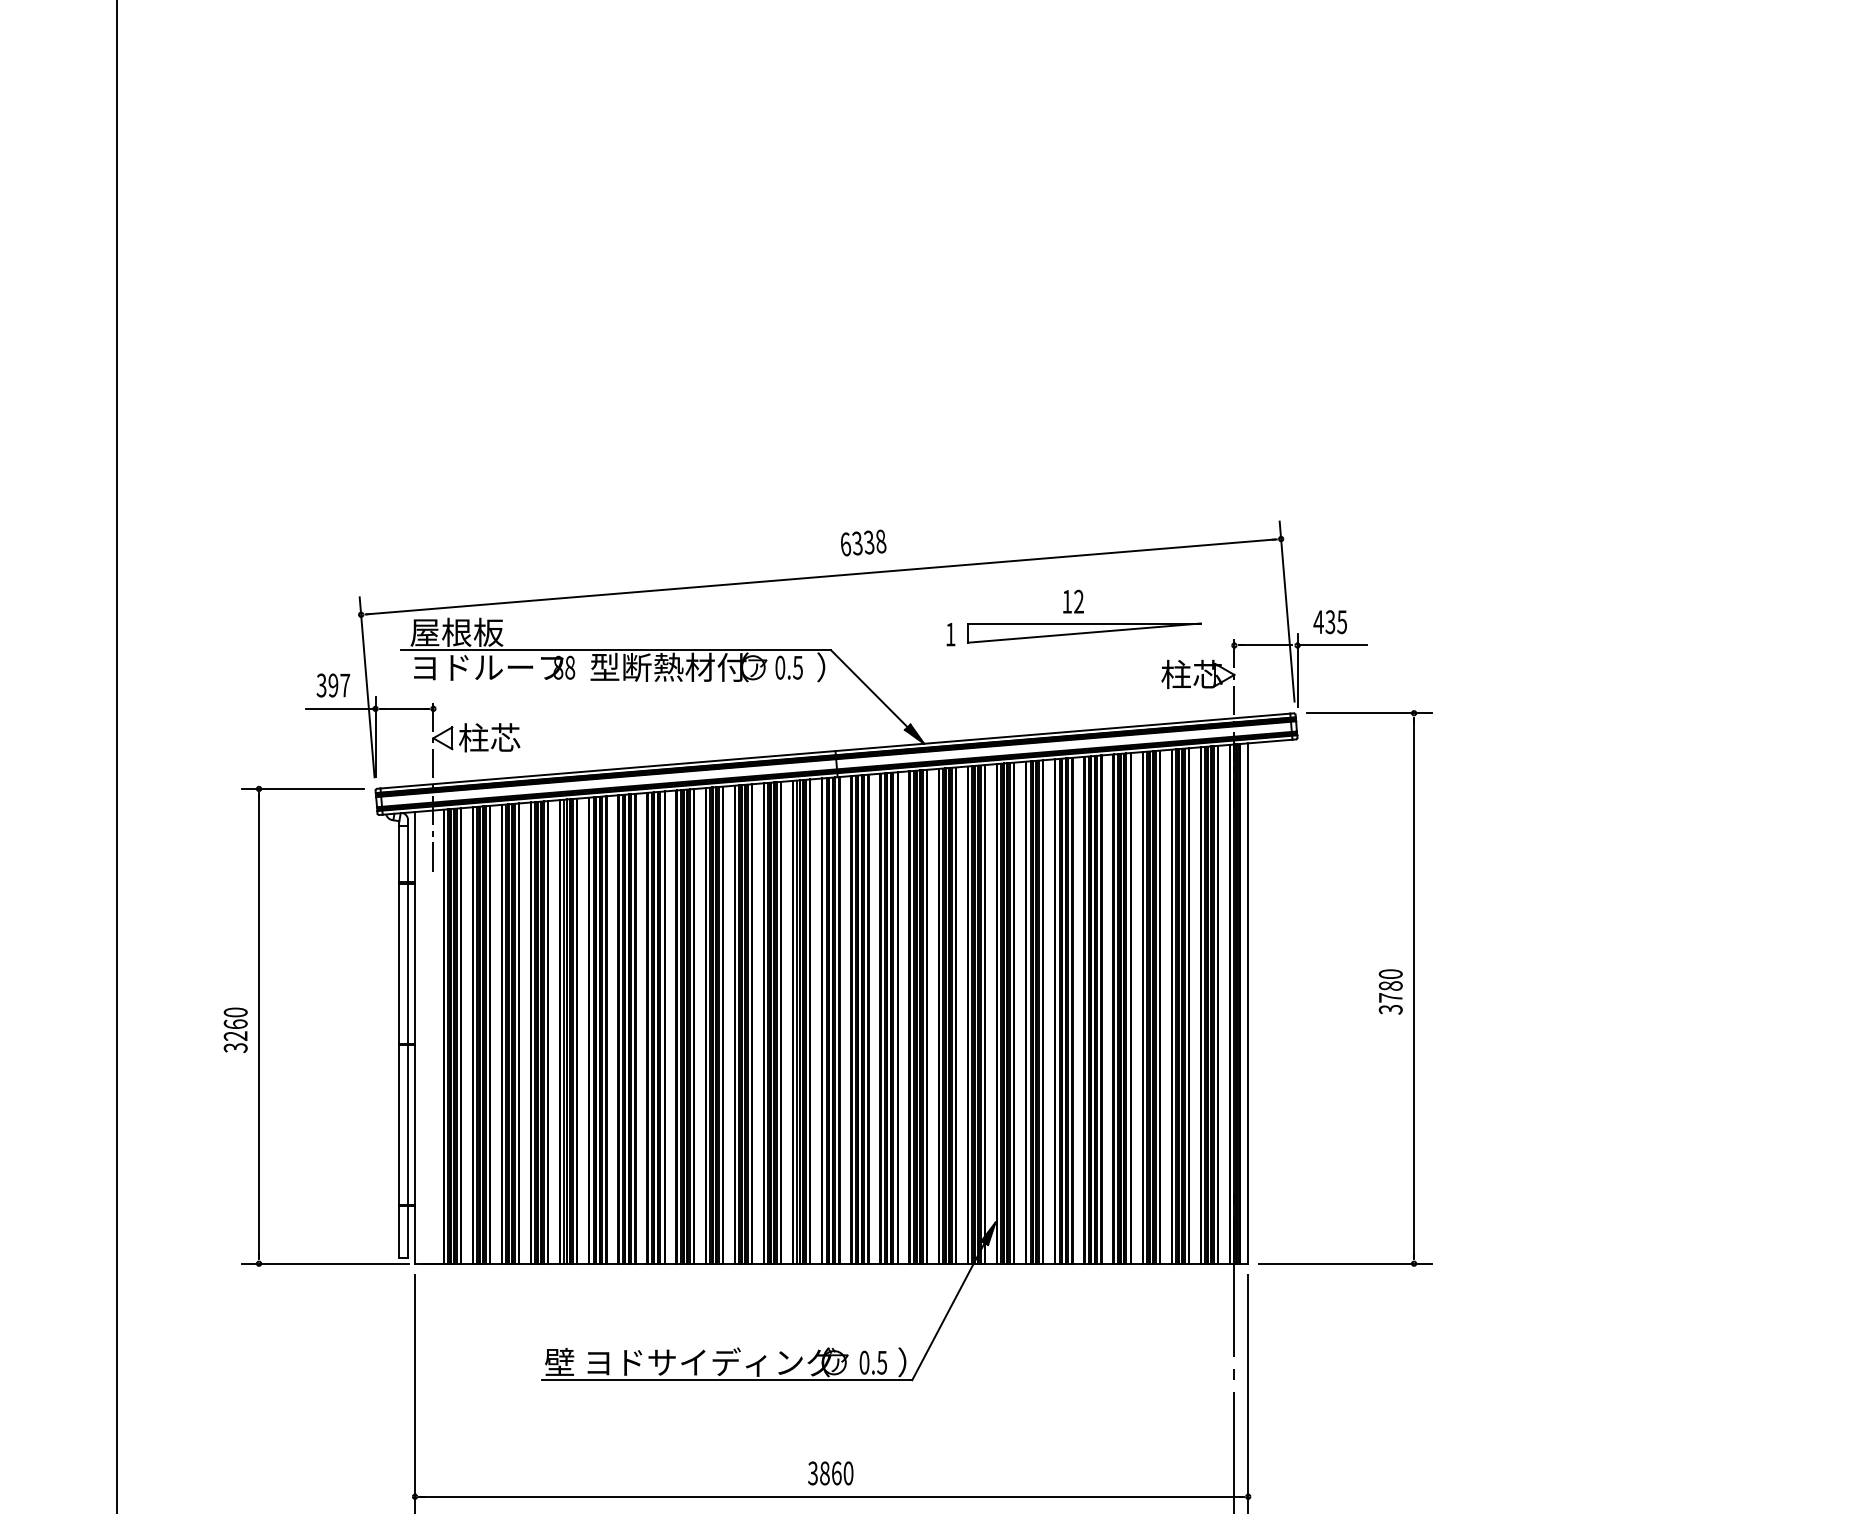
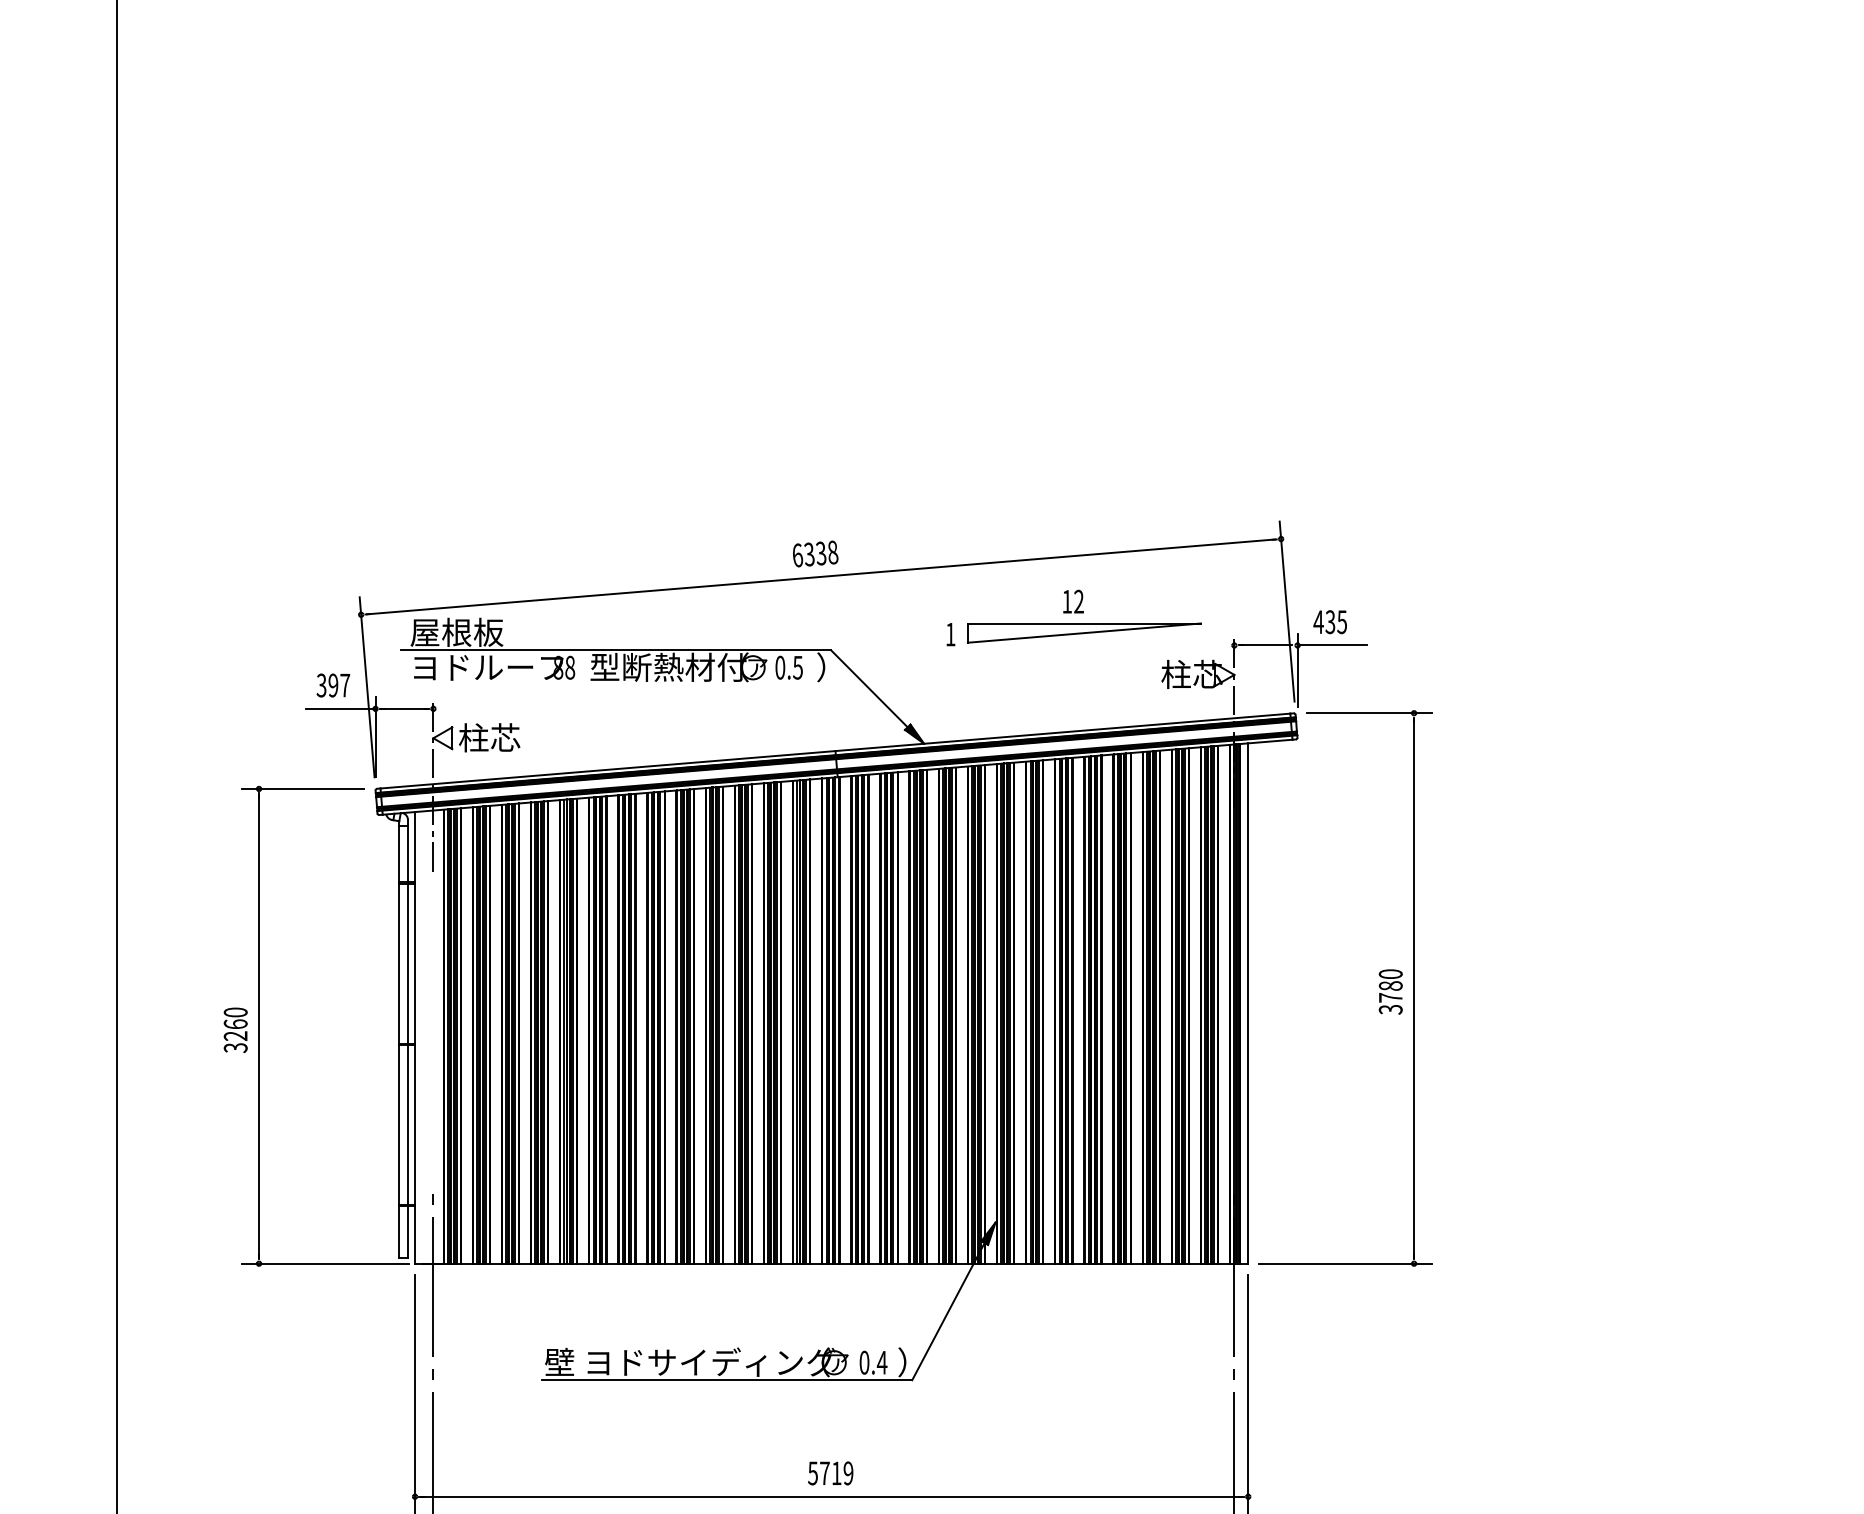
text at (863, 542) position: (863, 542) -> (815, 553)
line at (433, 1350): none -> present
text at (881, 1362): 0.5 -> 0.4
text at (830, 1473): 3860 -> 5719
